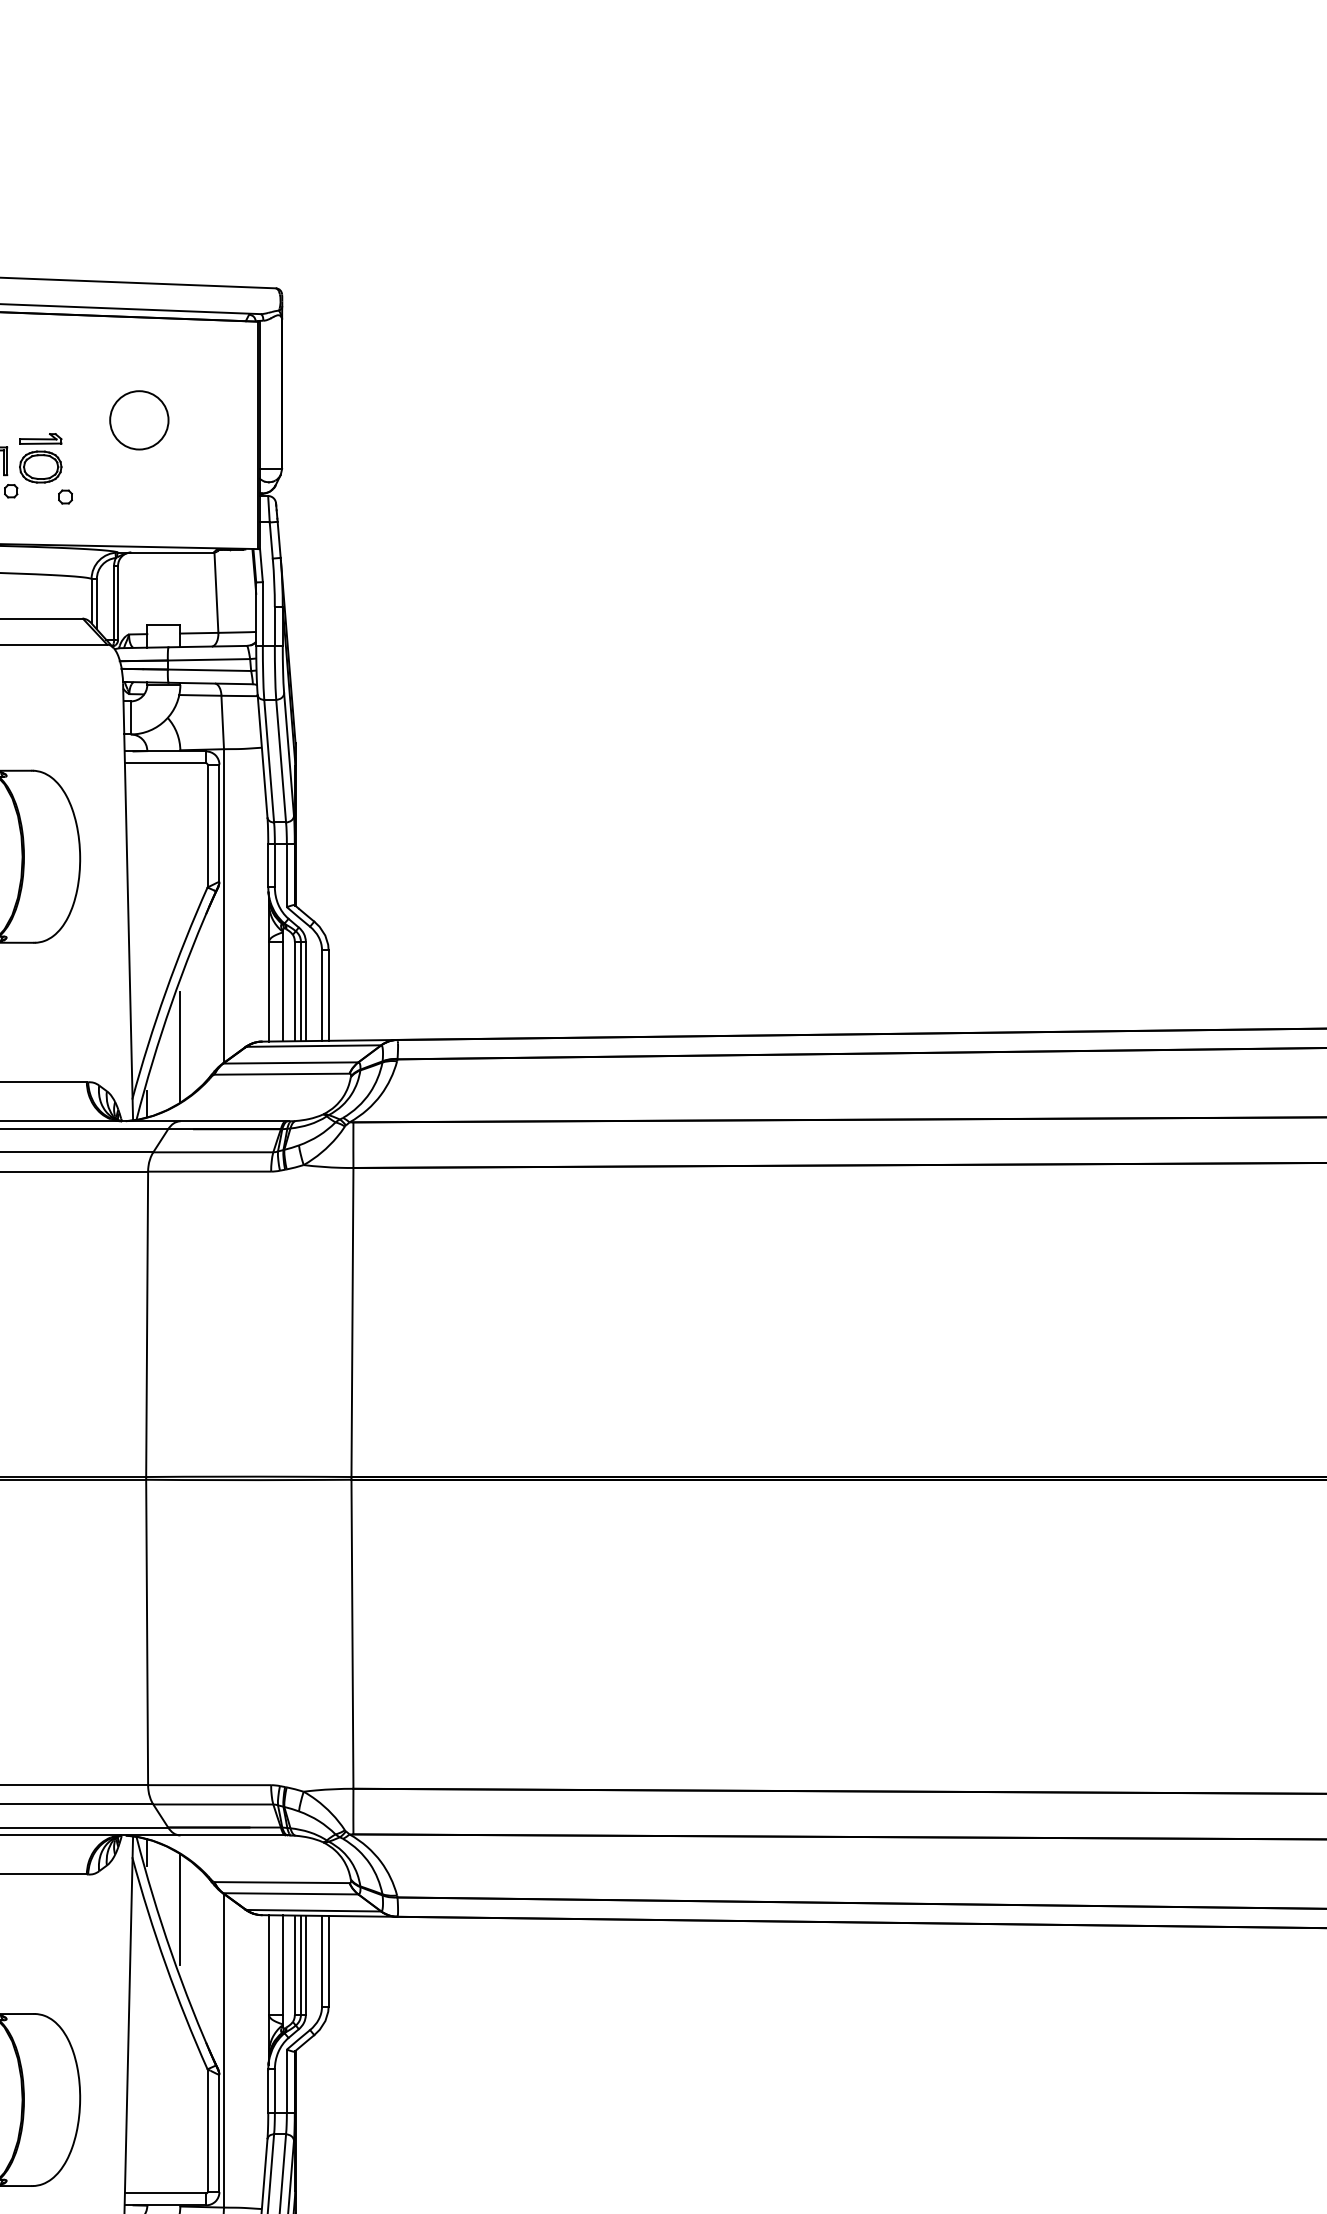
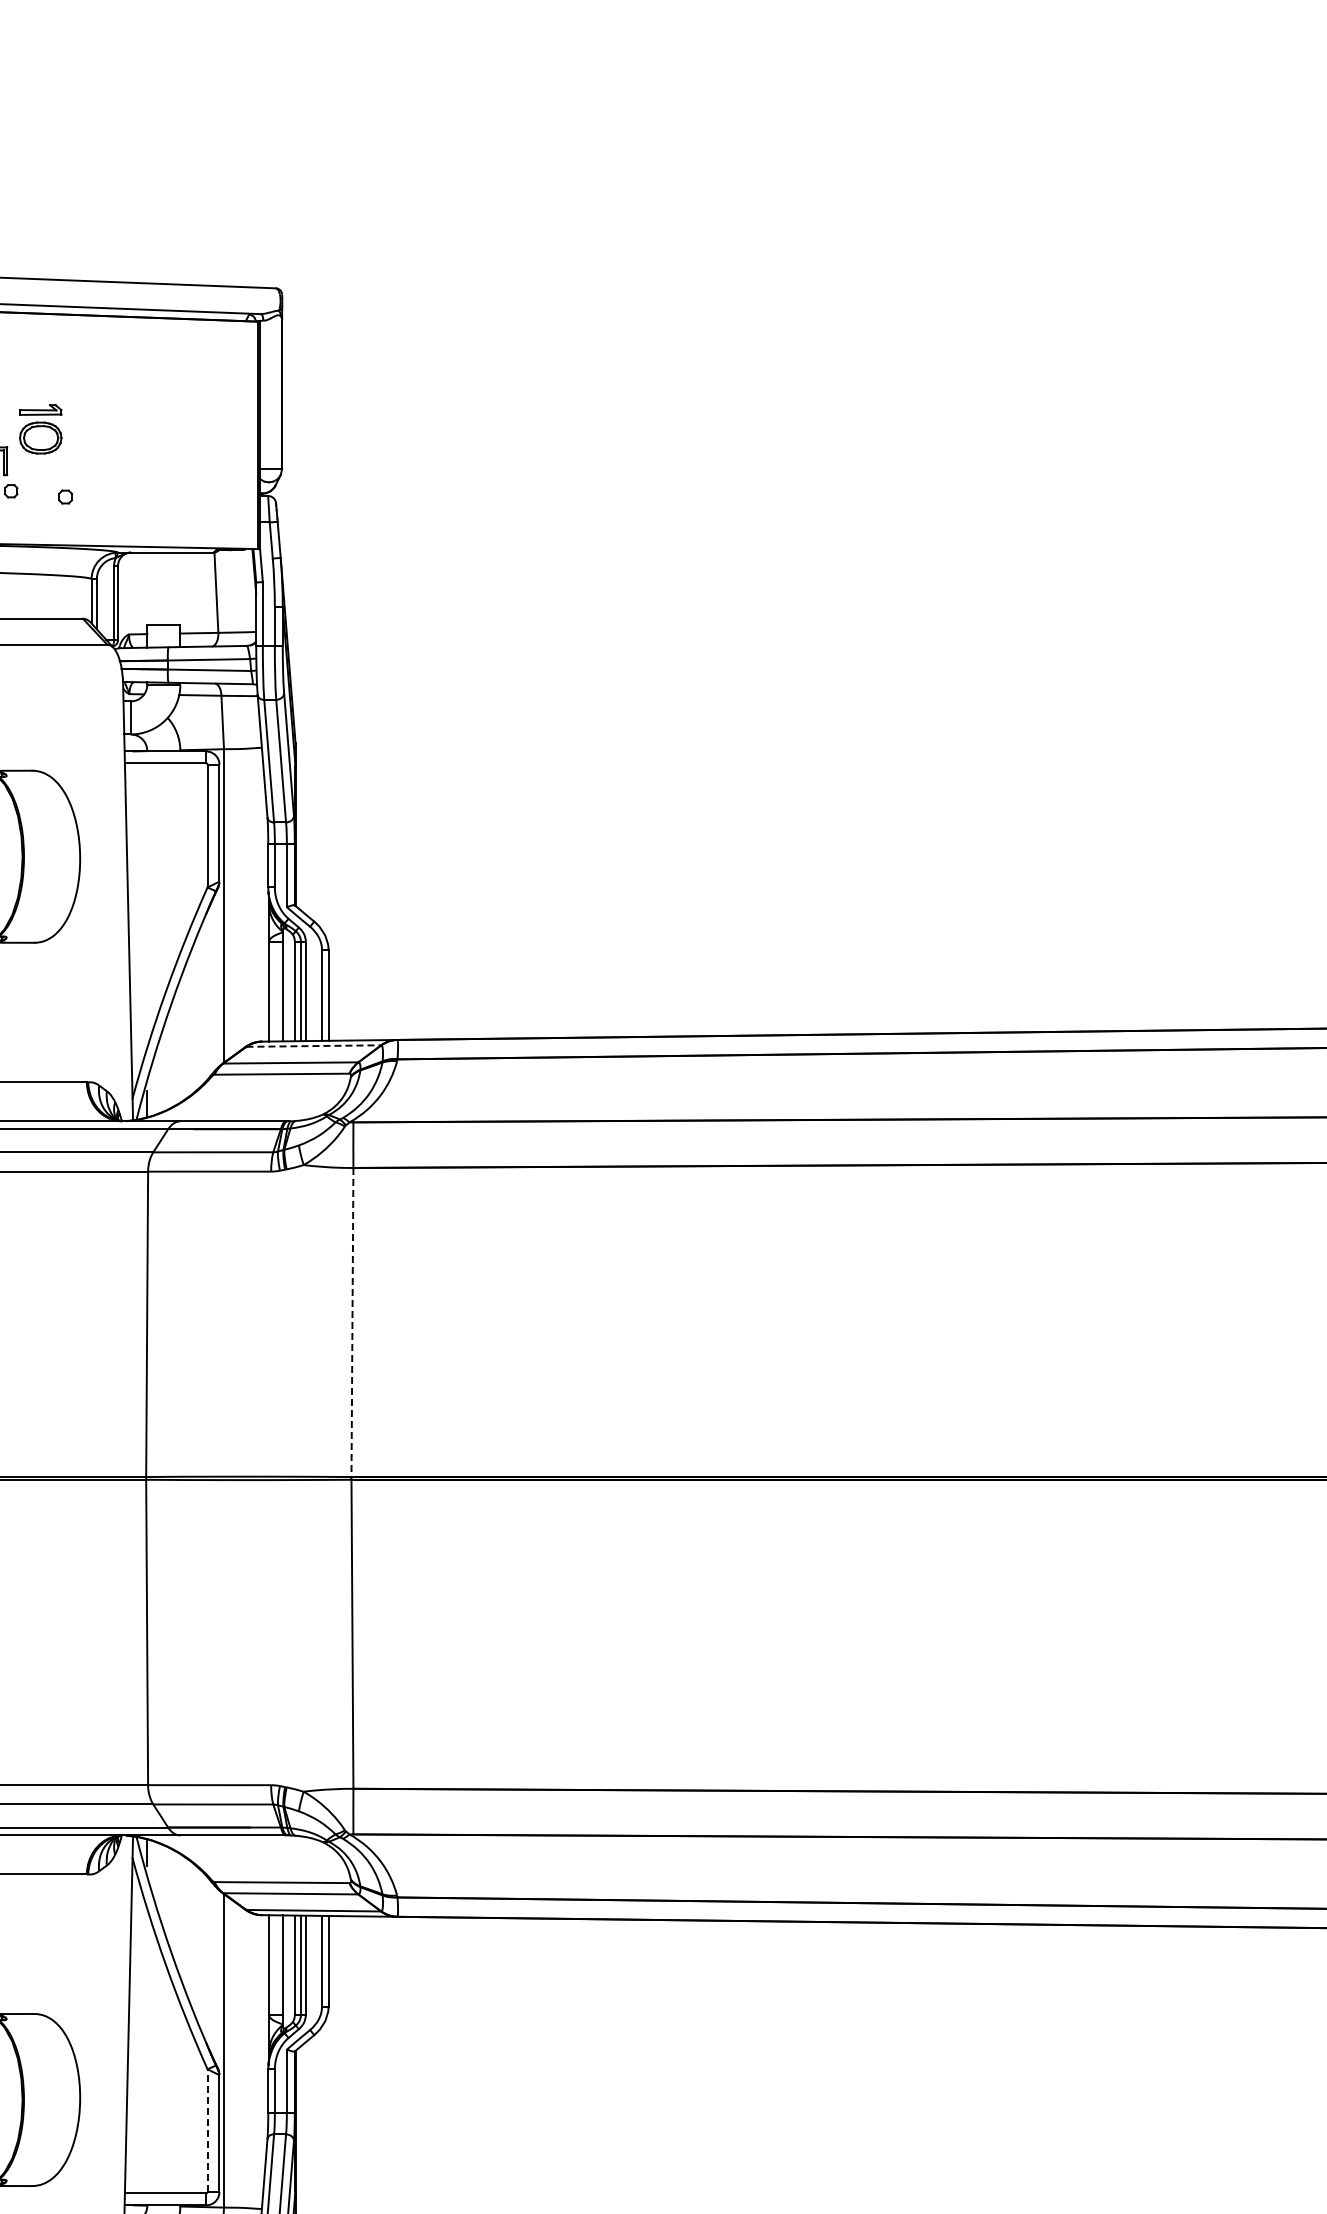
part at (139, 420): present -> none
part at (40, 458) position: (40, 458) -> (40, 429)
line at (180, 1046): present -> none
line at (314, 1046): solid -> dashed
line at (352, 1322): solid -> dashed
line at (180, 1909): present -> none
line at (207, 2130): solid -> dashed
